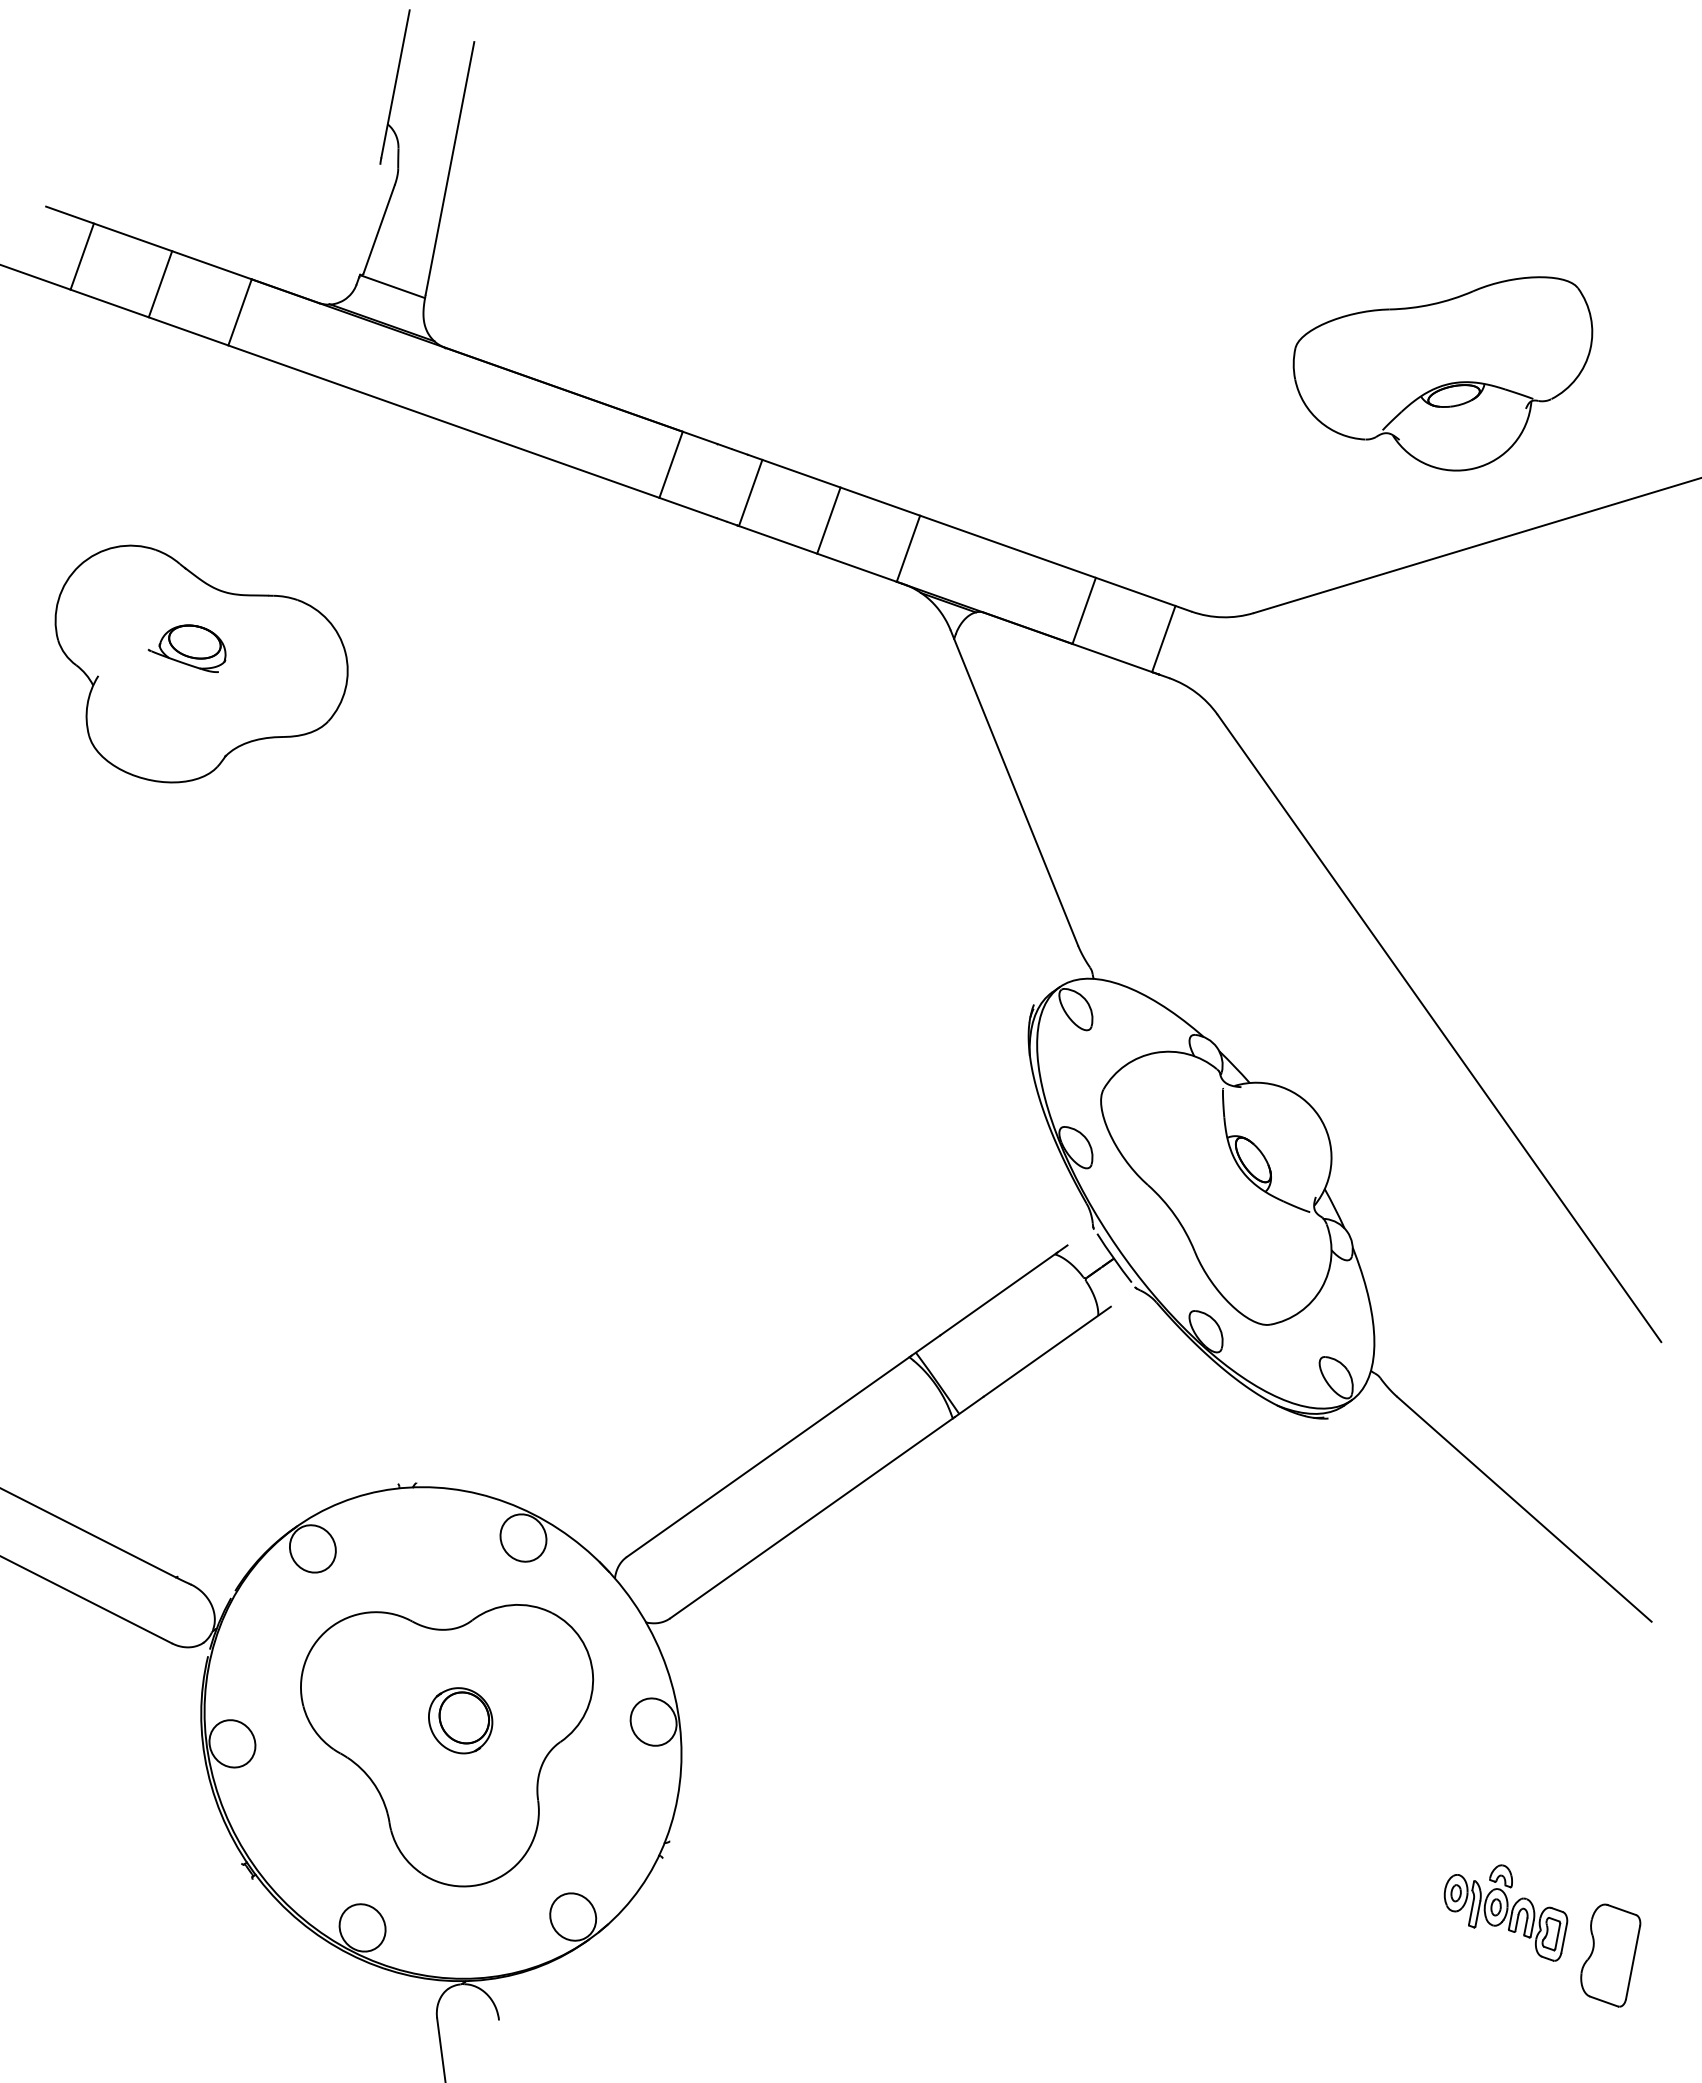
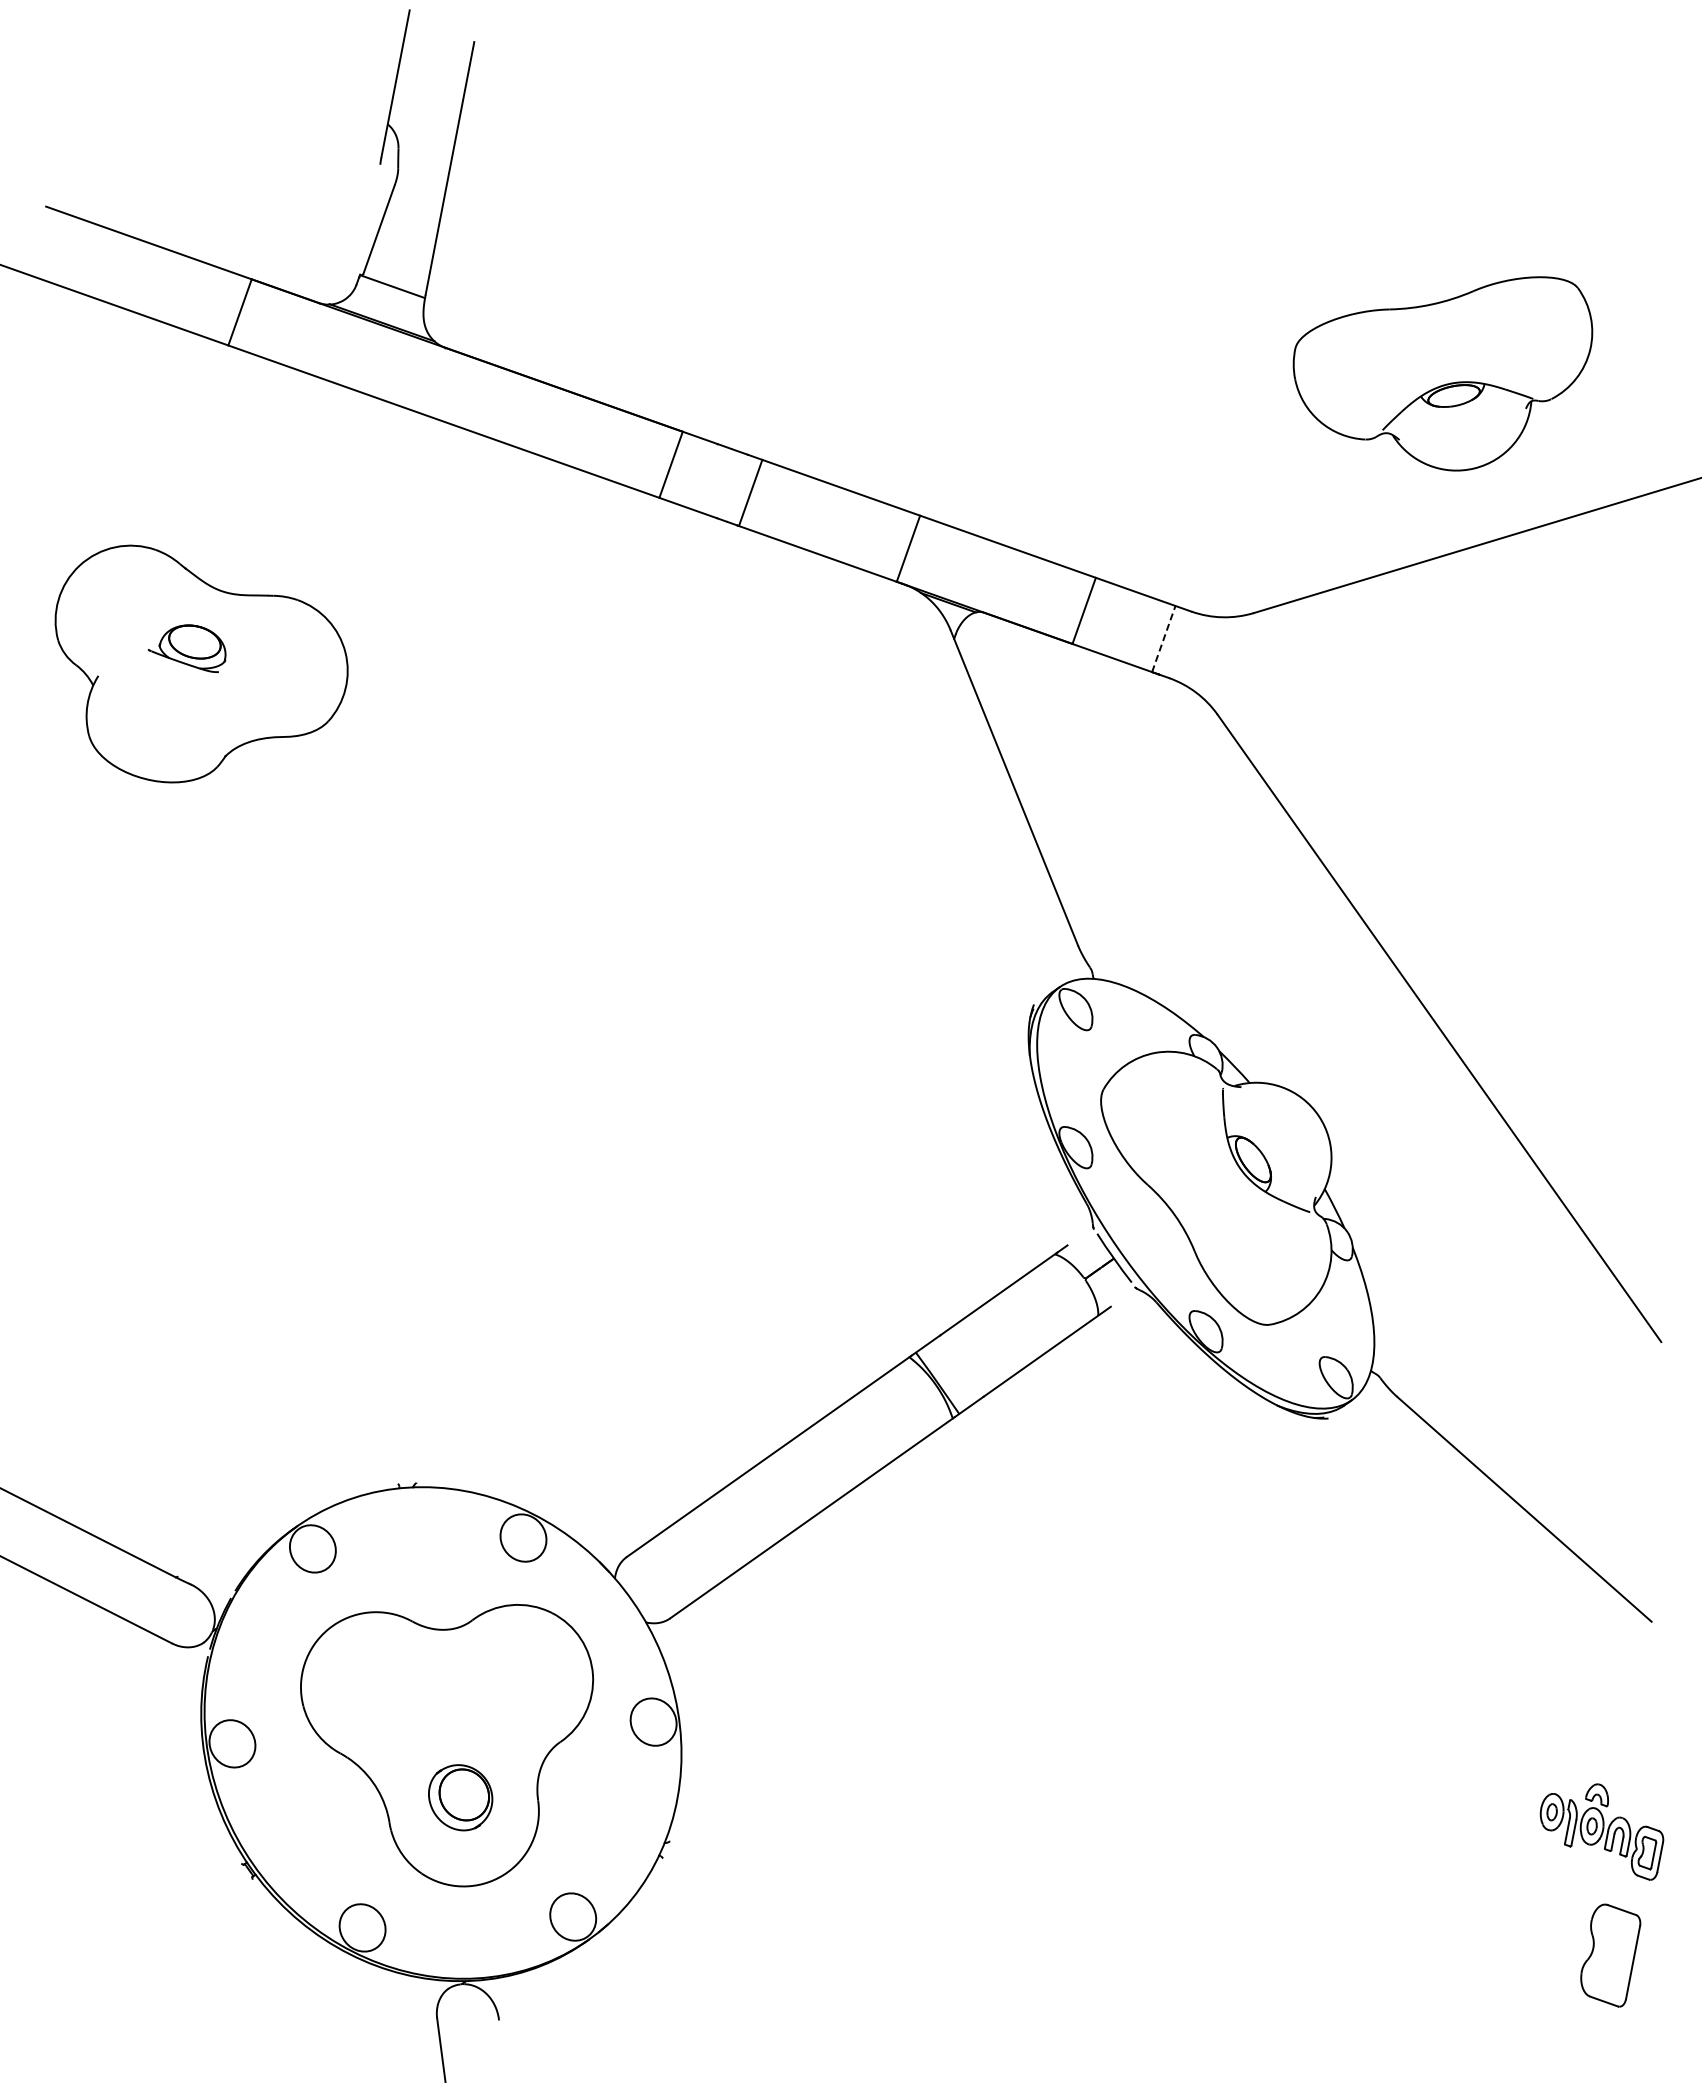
line at (81, 256): present -> none
line at (160, 284): present -> none
line at (828, 520): present -> none
line at (1163, 638): solid -> dashed
part at (460, 1720) position: (460, 1720) -> (460, 1797)
part at (1505, 1912) position: (1505, 1912) -> (1601, 1831)
